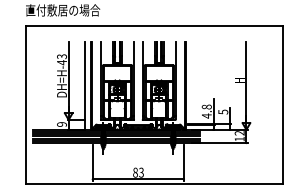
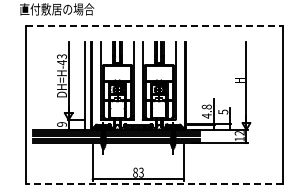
text at (63, 10) position: (63, 10) -> (57, 9)
line at (154, 25): solid -> dashed
line at (153, 184): solid -> dashed
